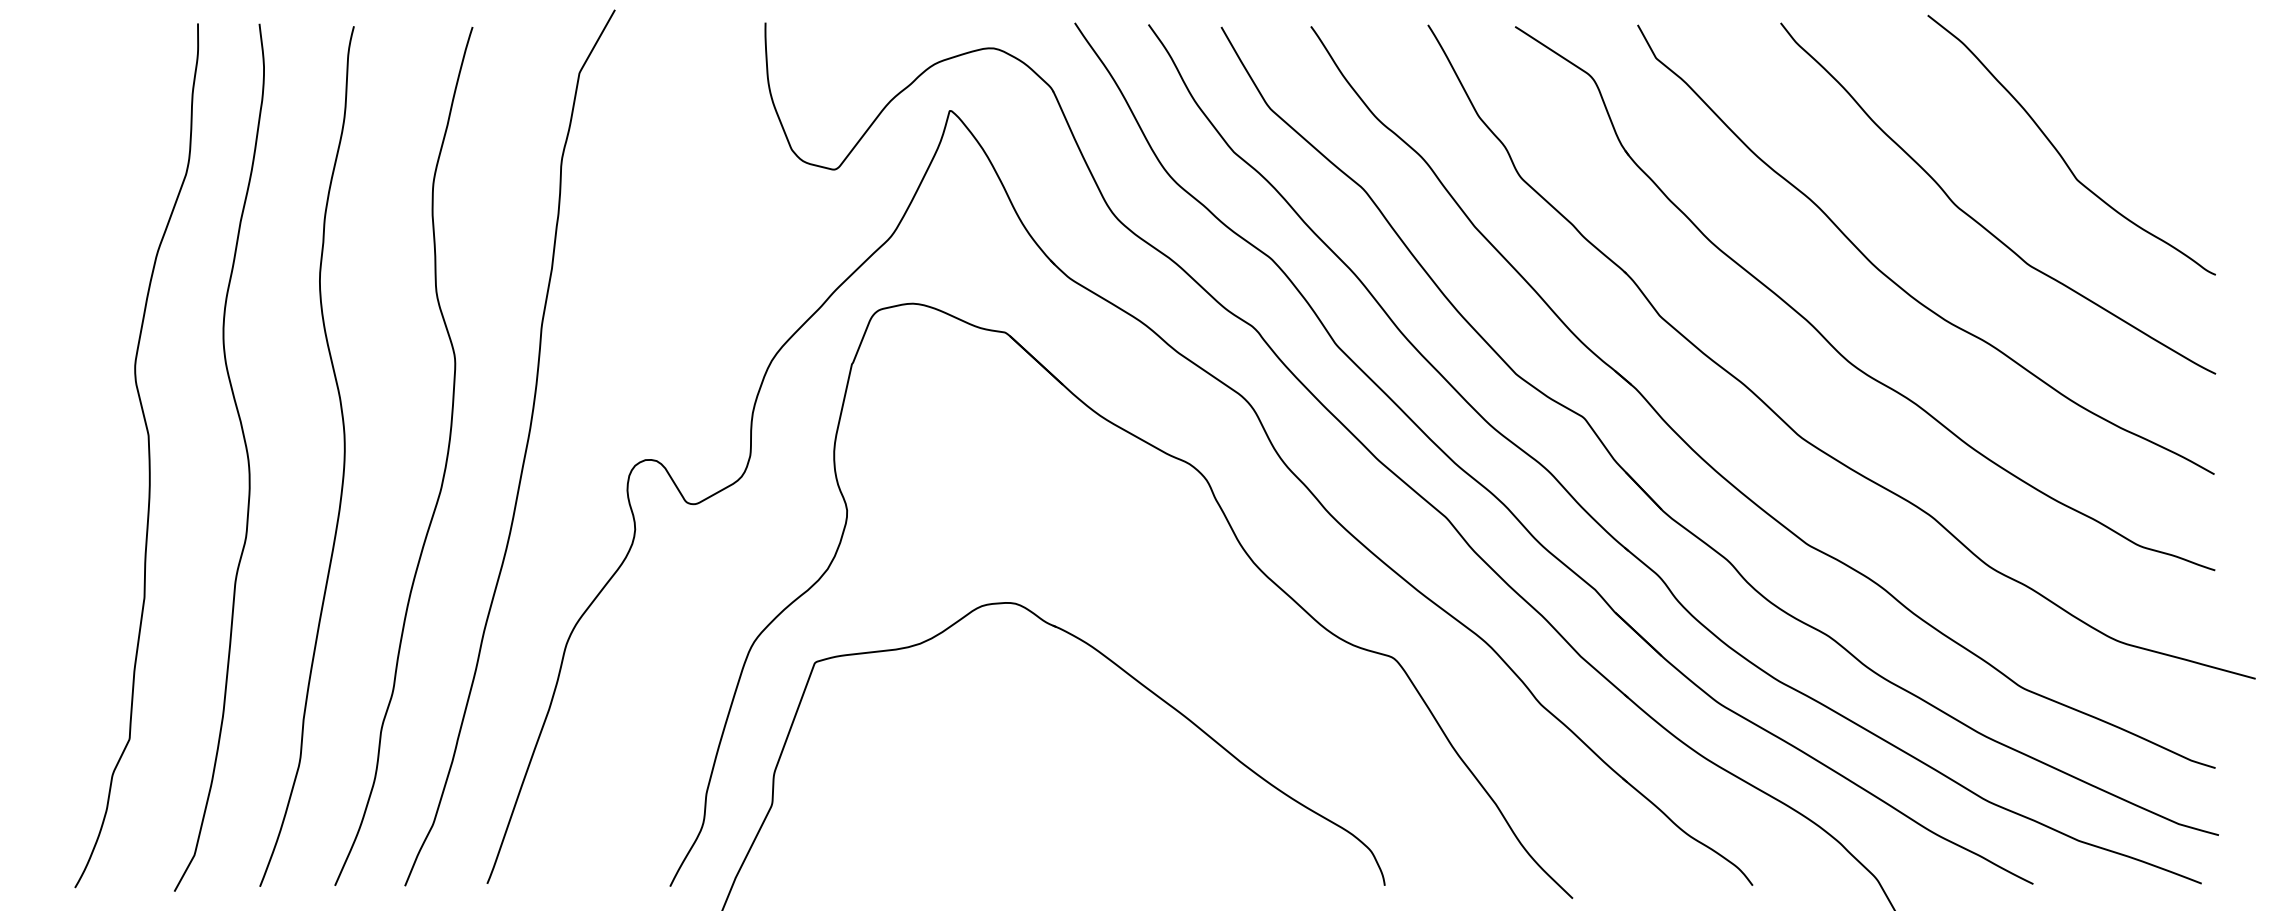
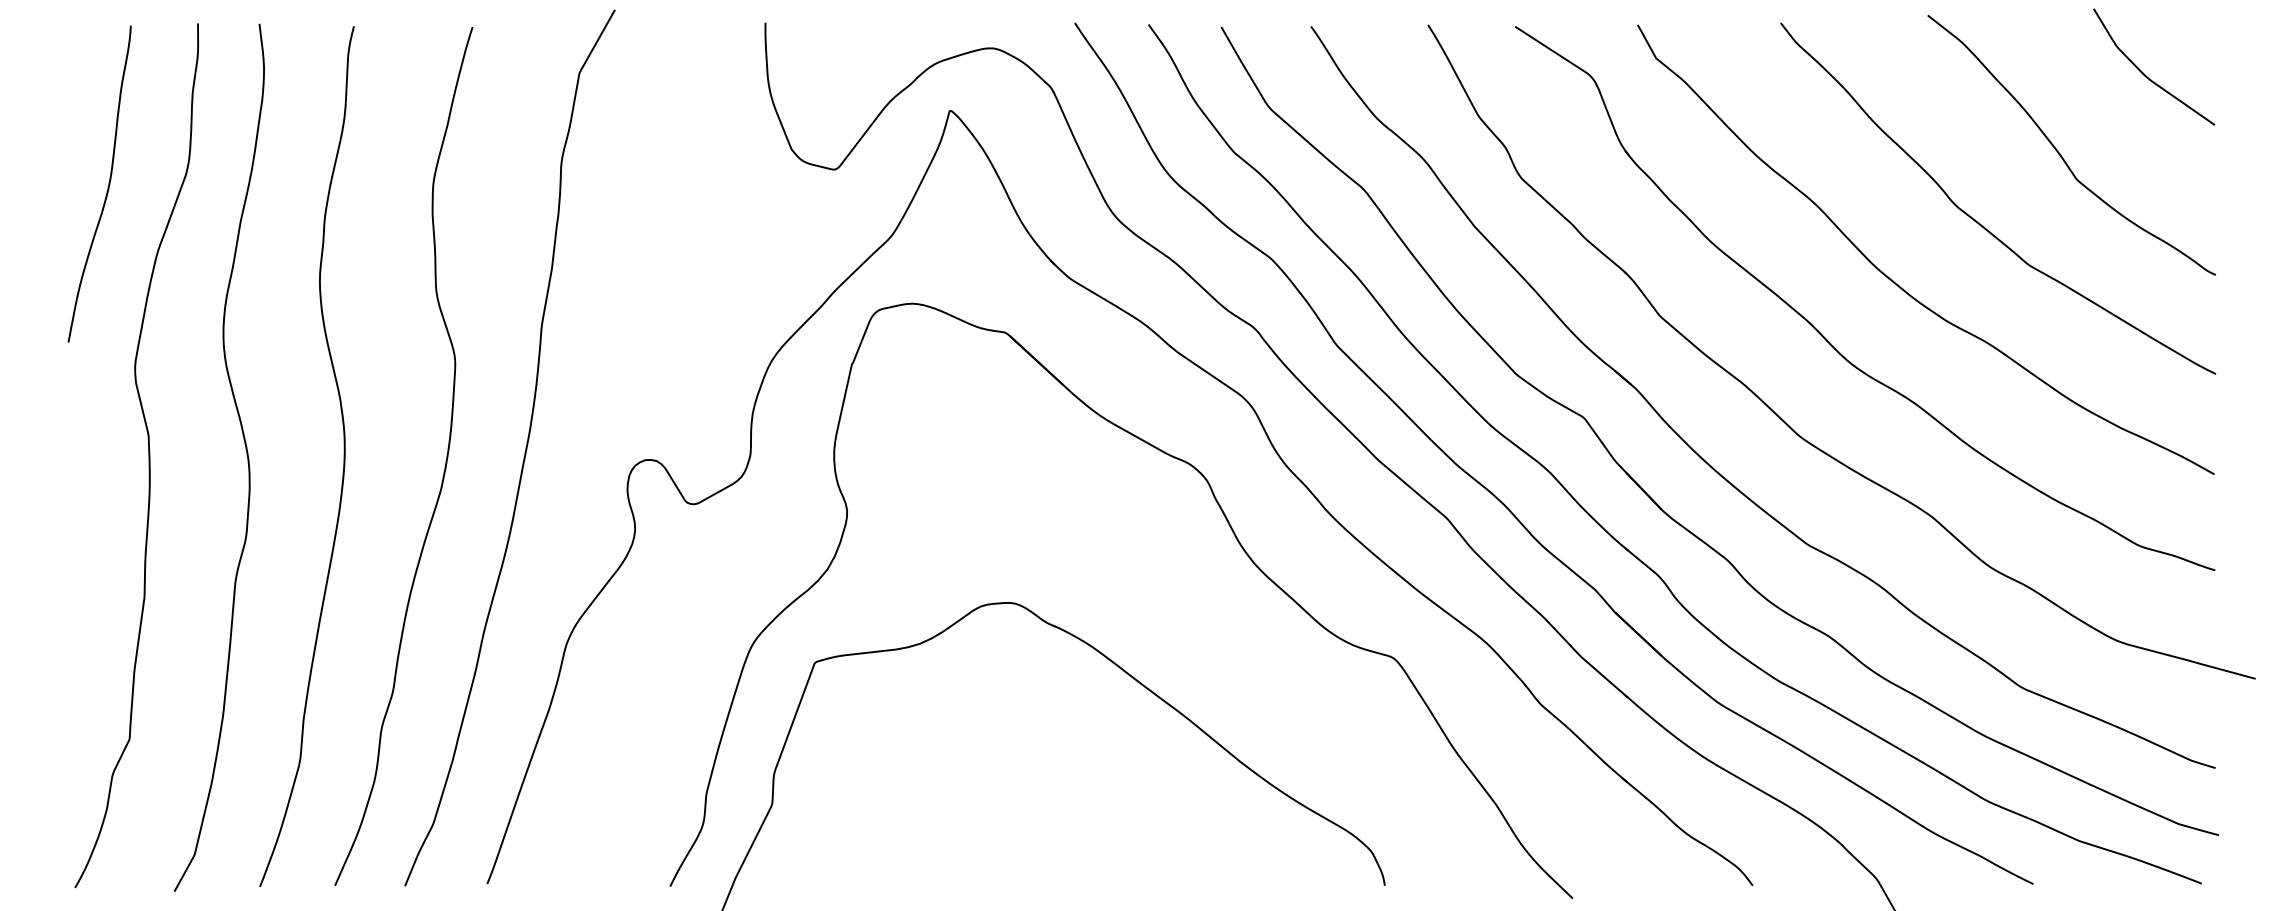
curve at (2145, 74): none -> present
curve at (107, 187): none -> present
